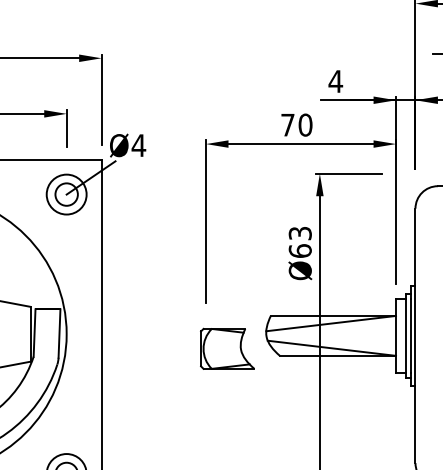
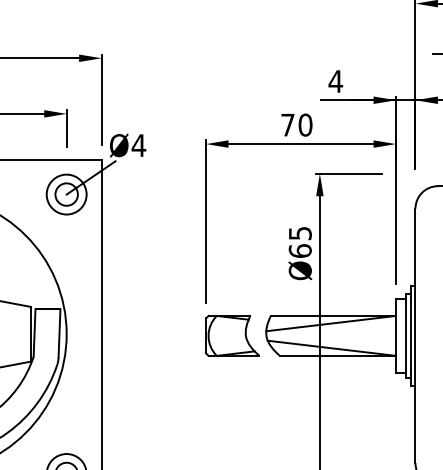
text at (299, 233): Ø63 -> Ø65
part at (227, 348) position: (227, 348) -> (232, 335)
